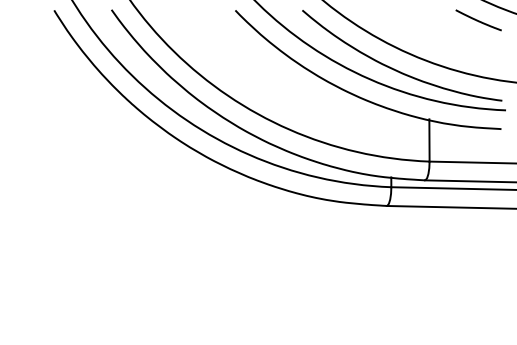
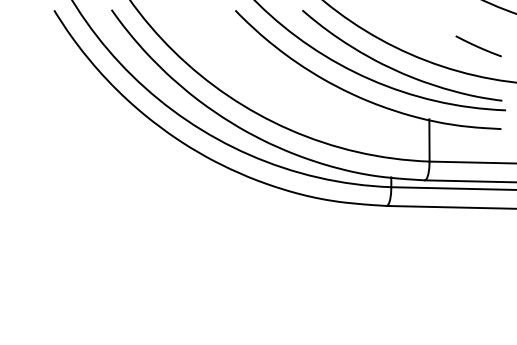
line at (478, 20) position: (478, 20) -> (478, 46)
